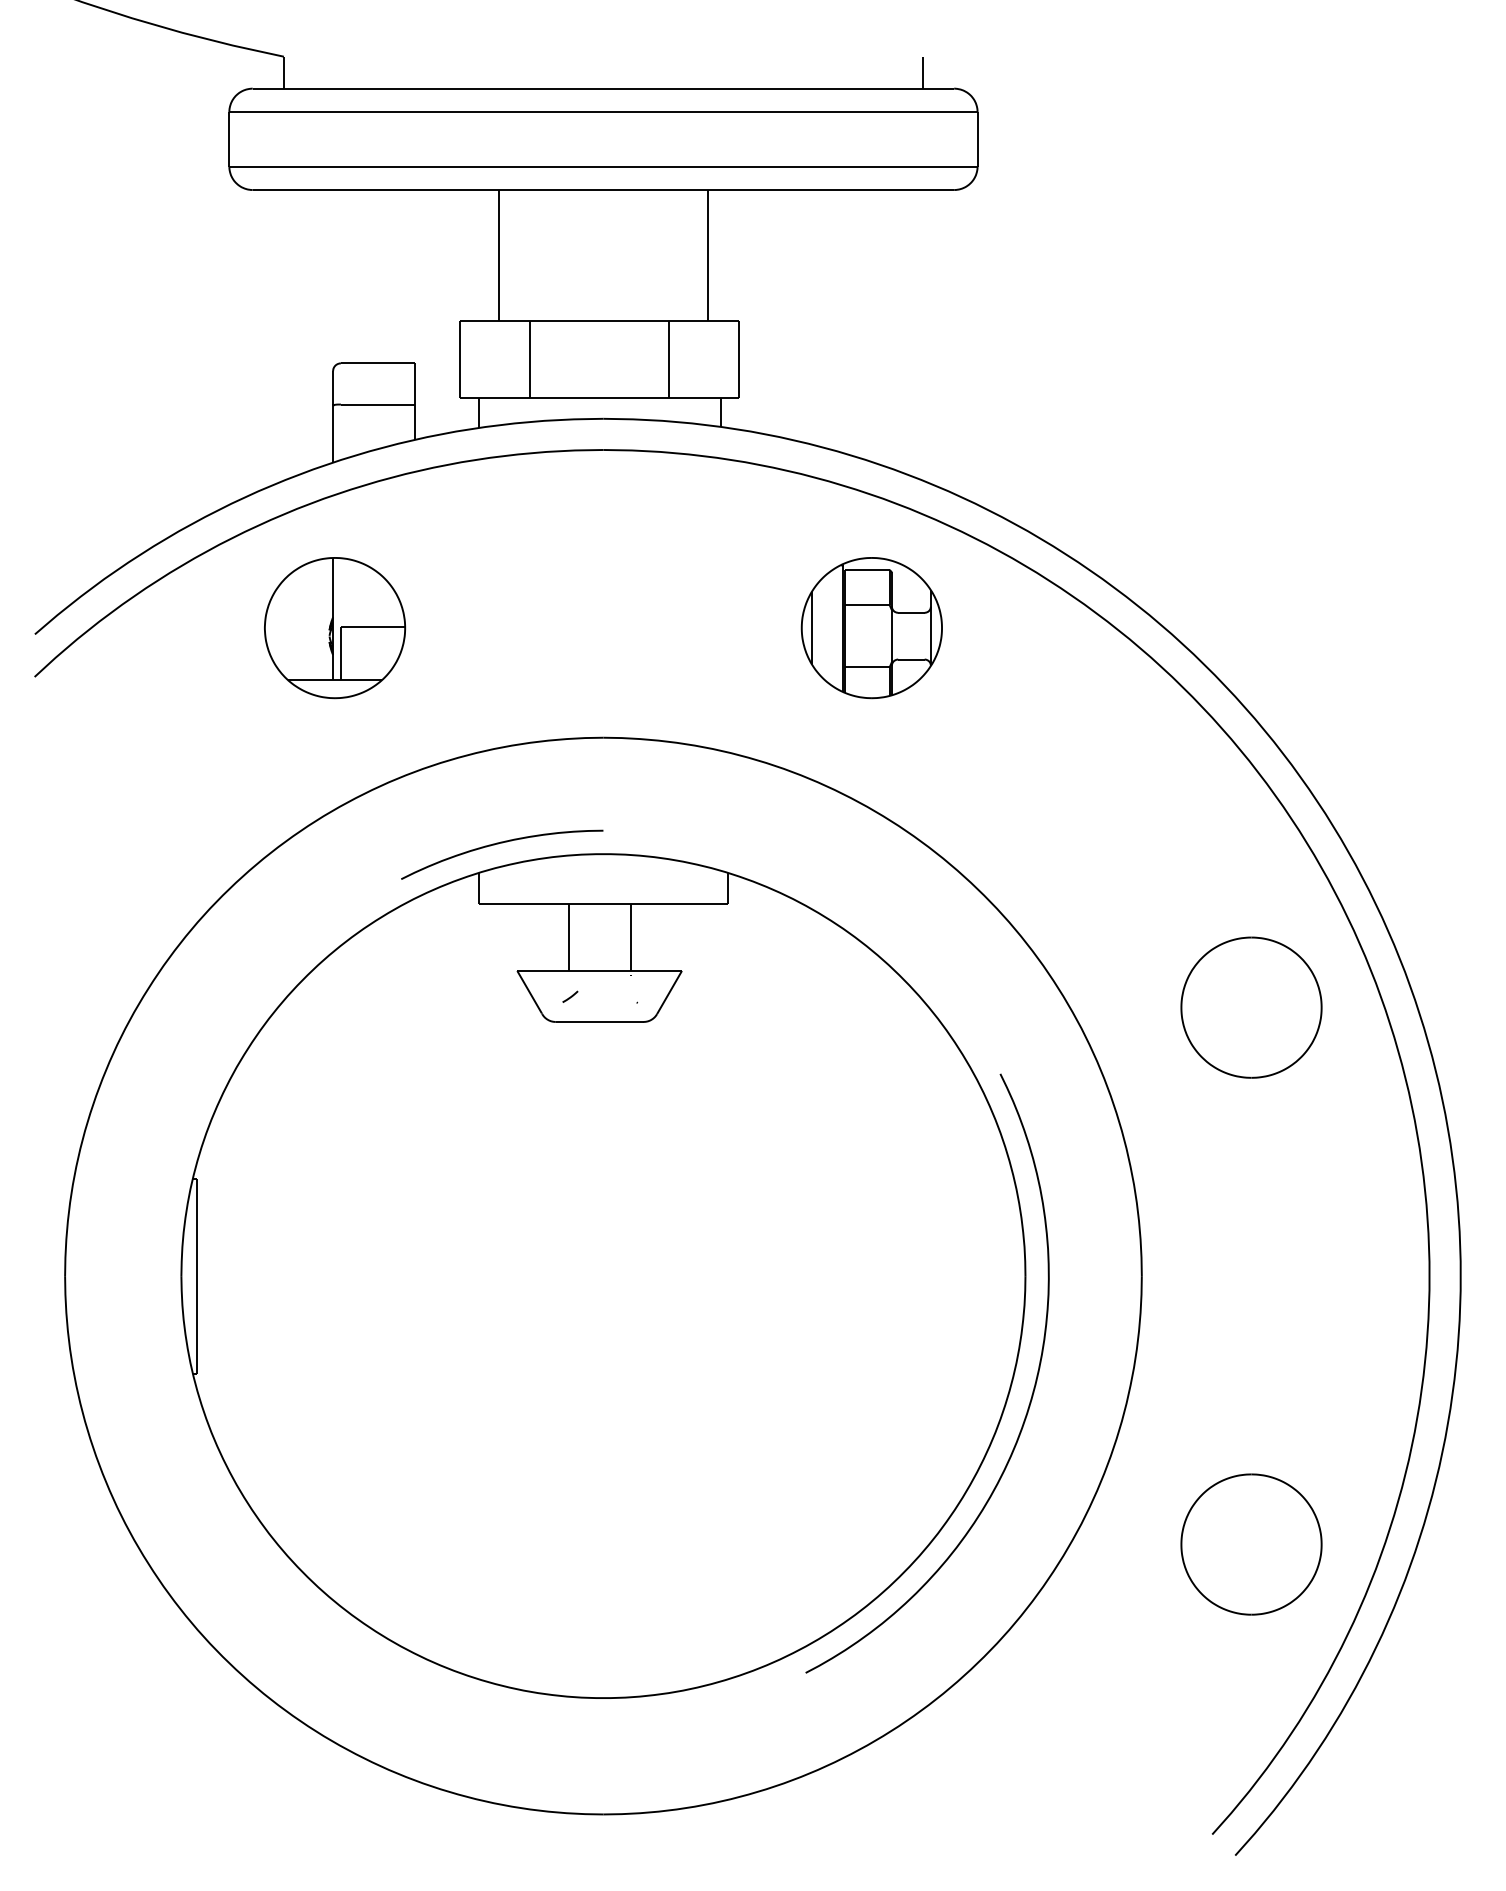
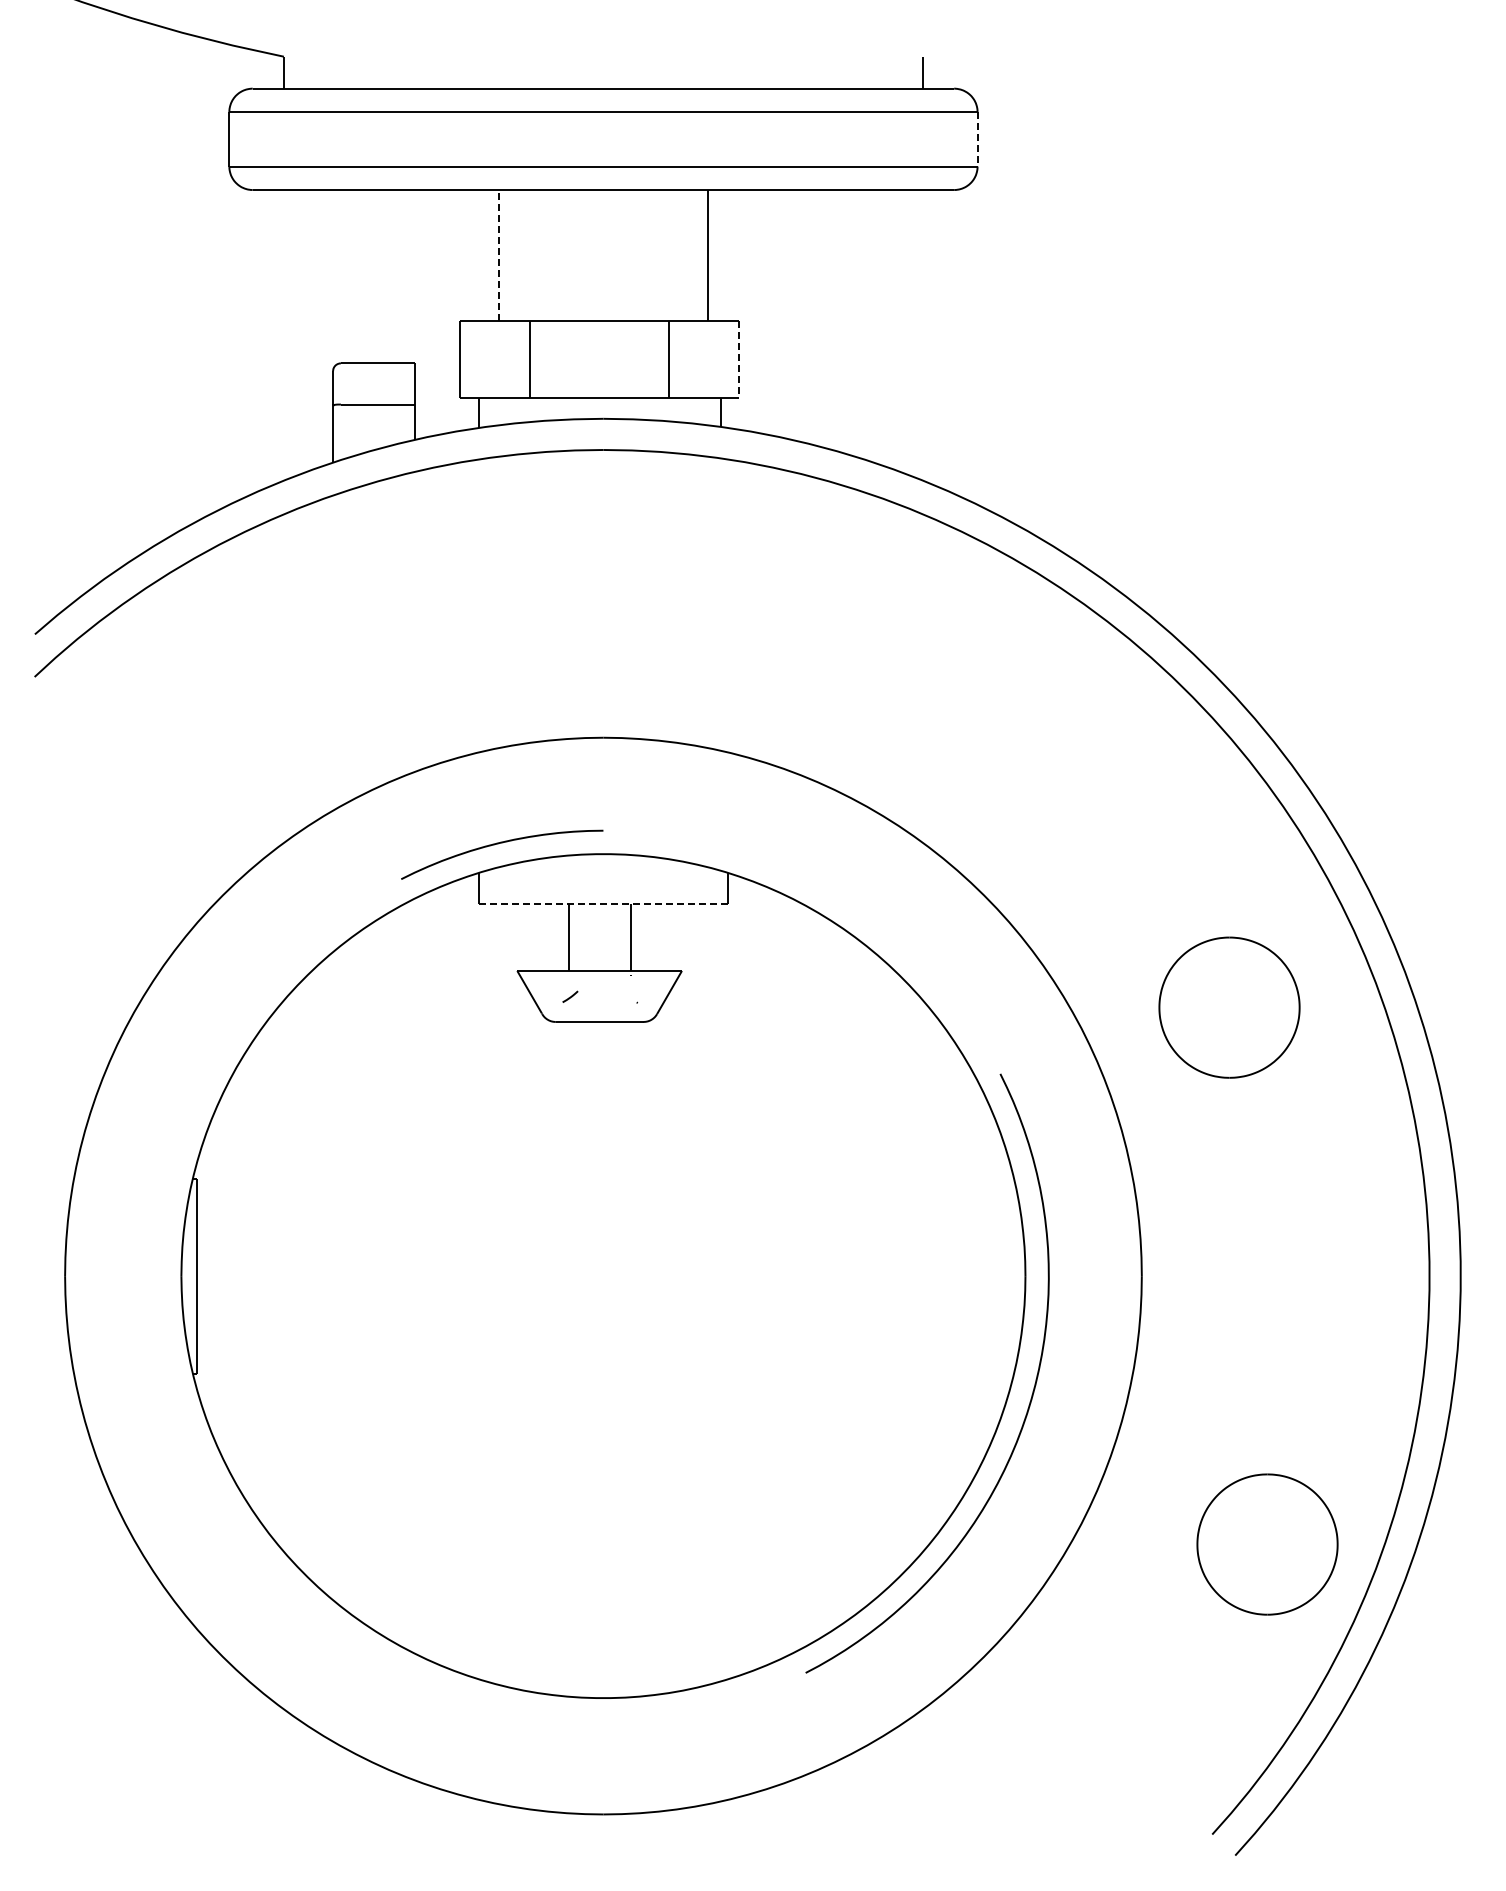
line at (977, 139): solid -> dashed
line at (498, 254): solid -> dashed
line at (739, 359): solid -> dashed
part at (335, 628): present -> none
part at (871, 628): present -> none
line at (603, 904): solid -> dashed
part at (1251, 1007) position: (1251, 1007) -> (1229, 1007)
part at (1251, 1544) position: (1251, 1544) -> (1267, 1544)
